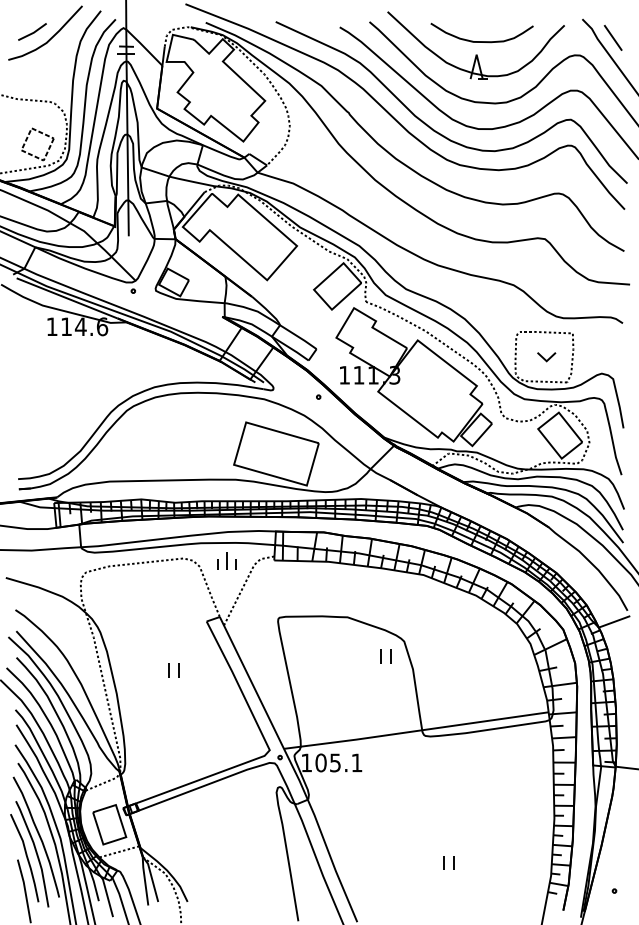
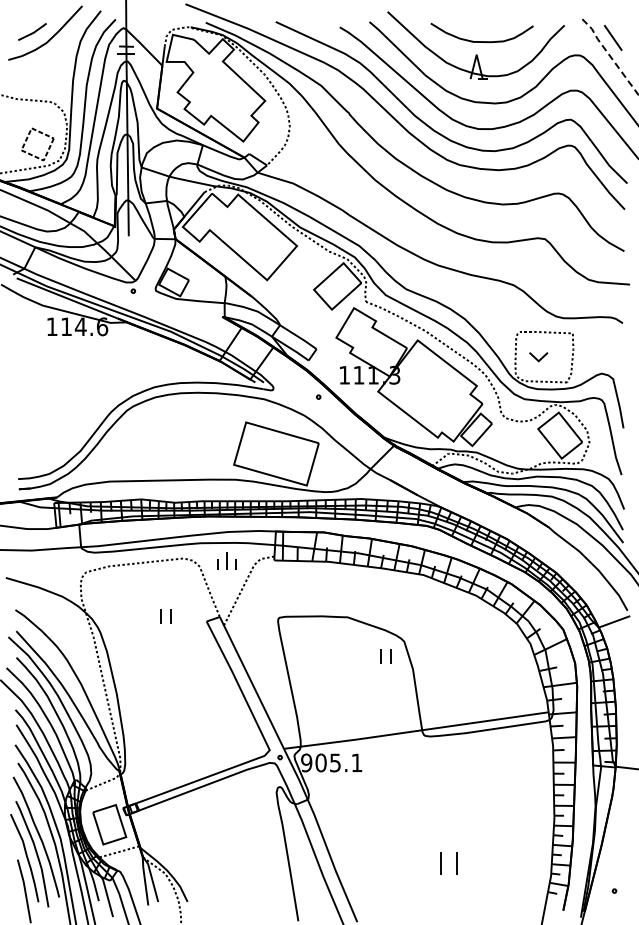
line at (609, 55): solid -> dashed
part at (546, 357) position: (546, 357) -> (538, 357)
part at (173, 670) position: (173, 670) -> (165, 616)
text at (306, 762): 105.1 -> 905.1
part at (448, 862) size: 12x14 px -> 18x23 px
